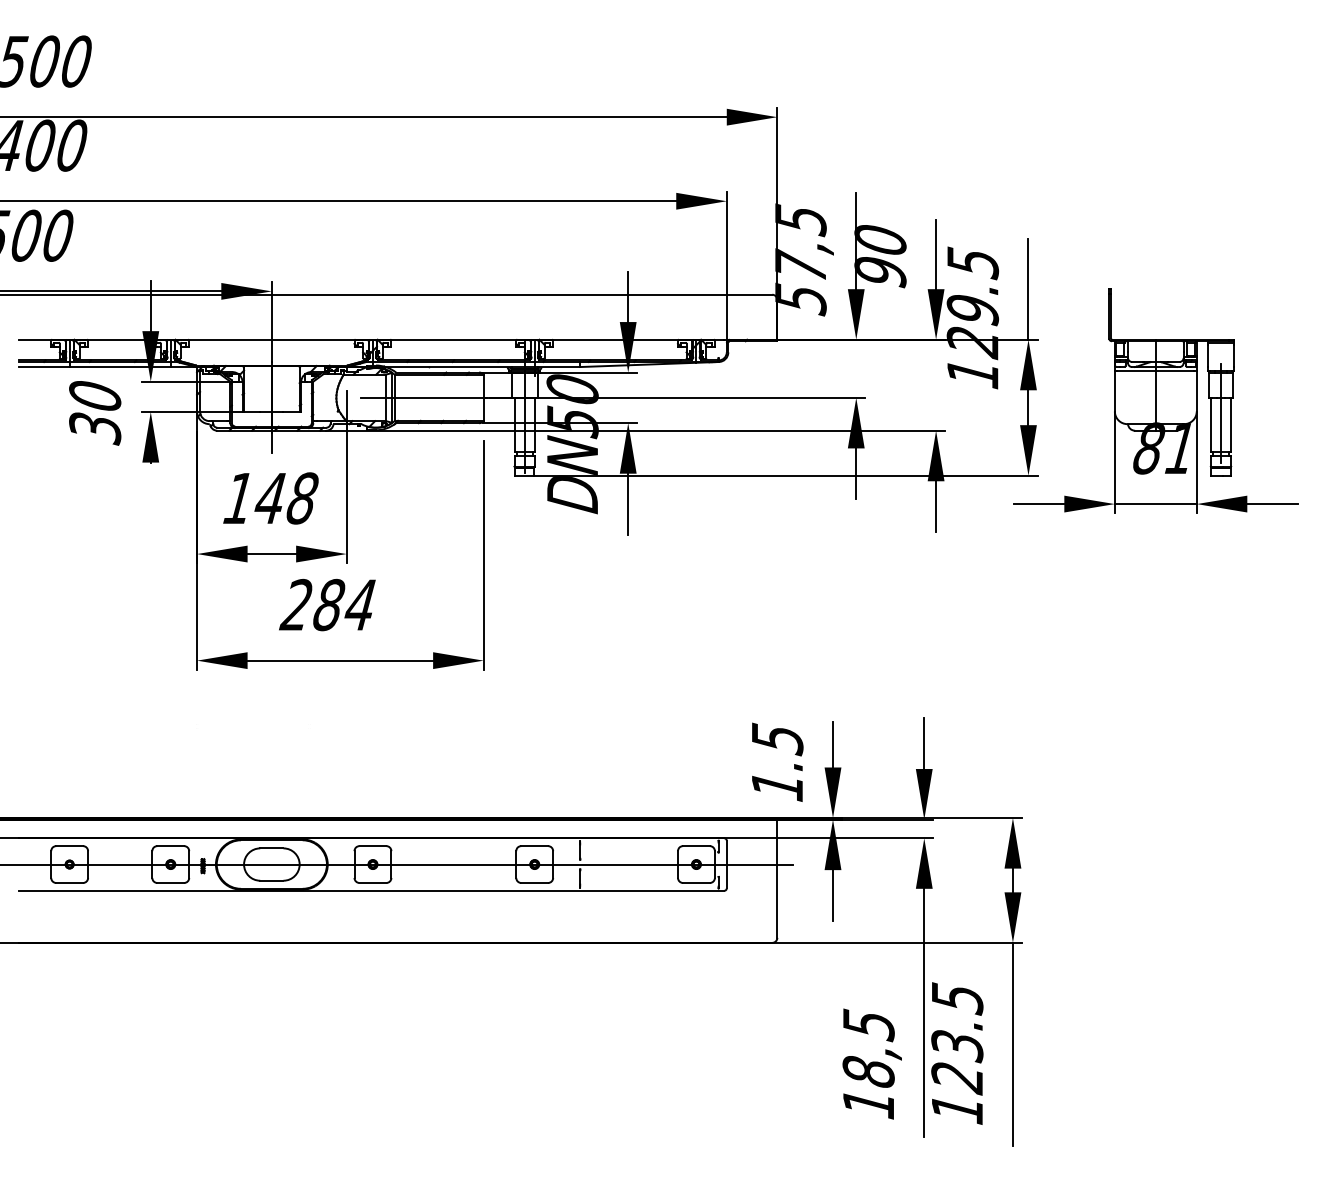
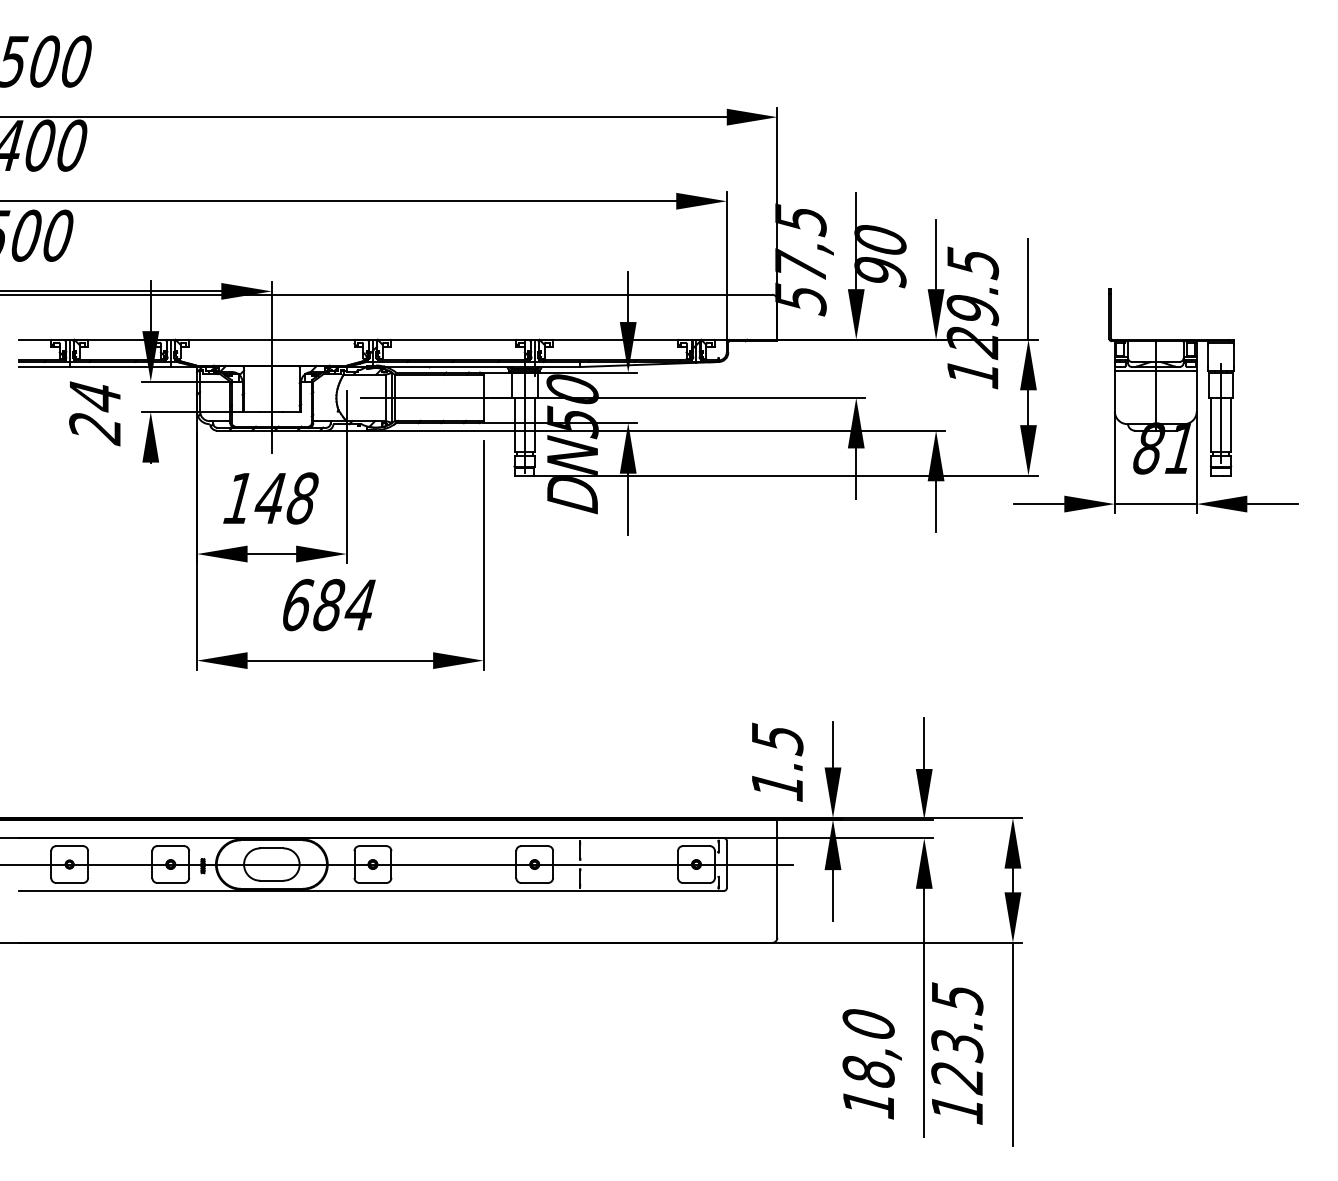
text at (95, 413): 30 -> 24
text at (296, 604): 284 -> 684
text at (868, 1025): 18,5 -> 18,0
